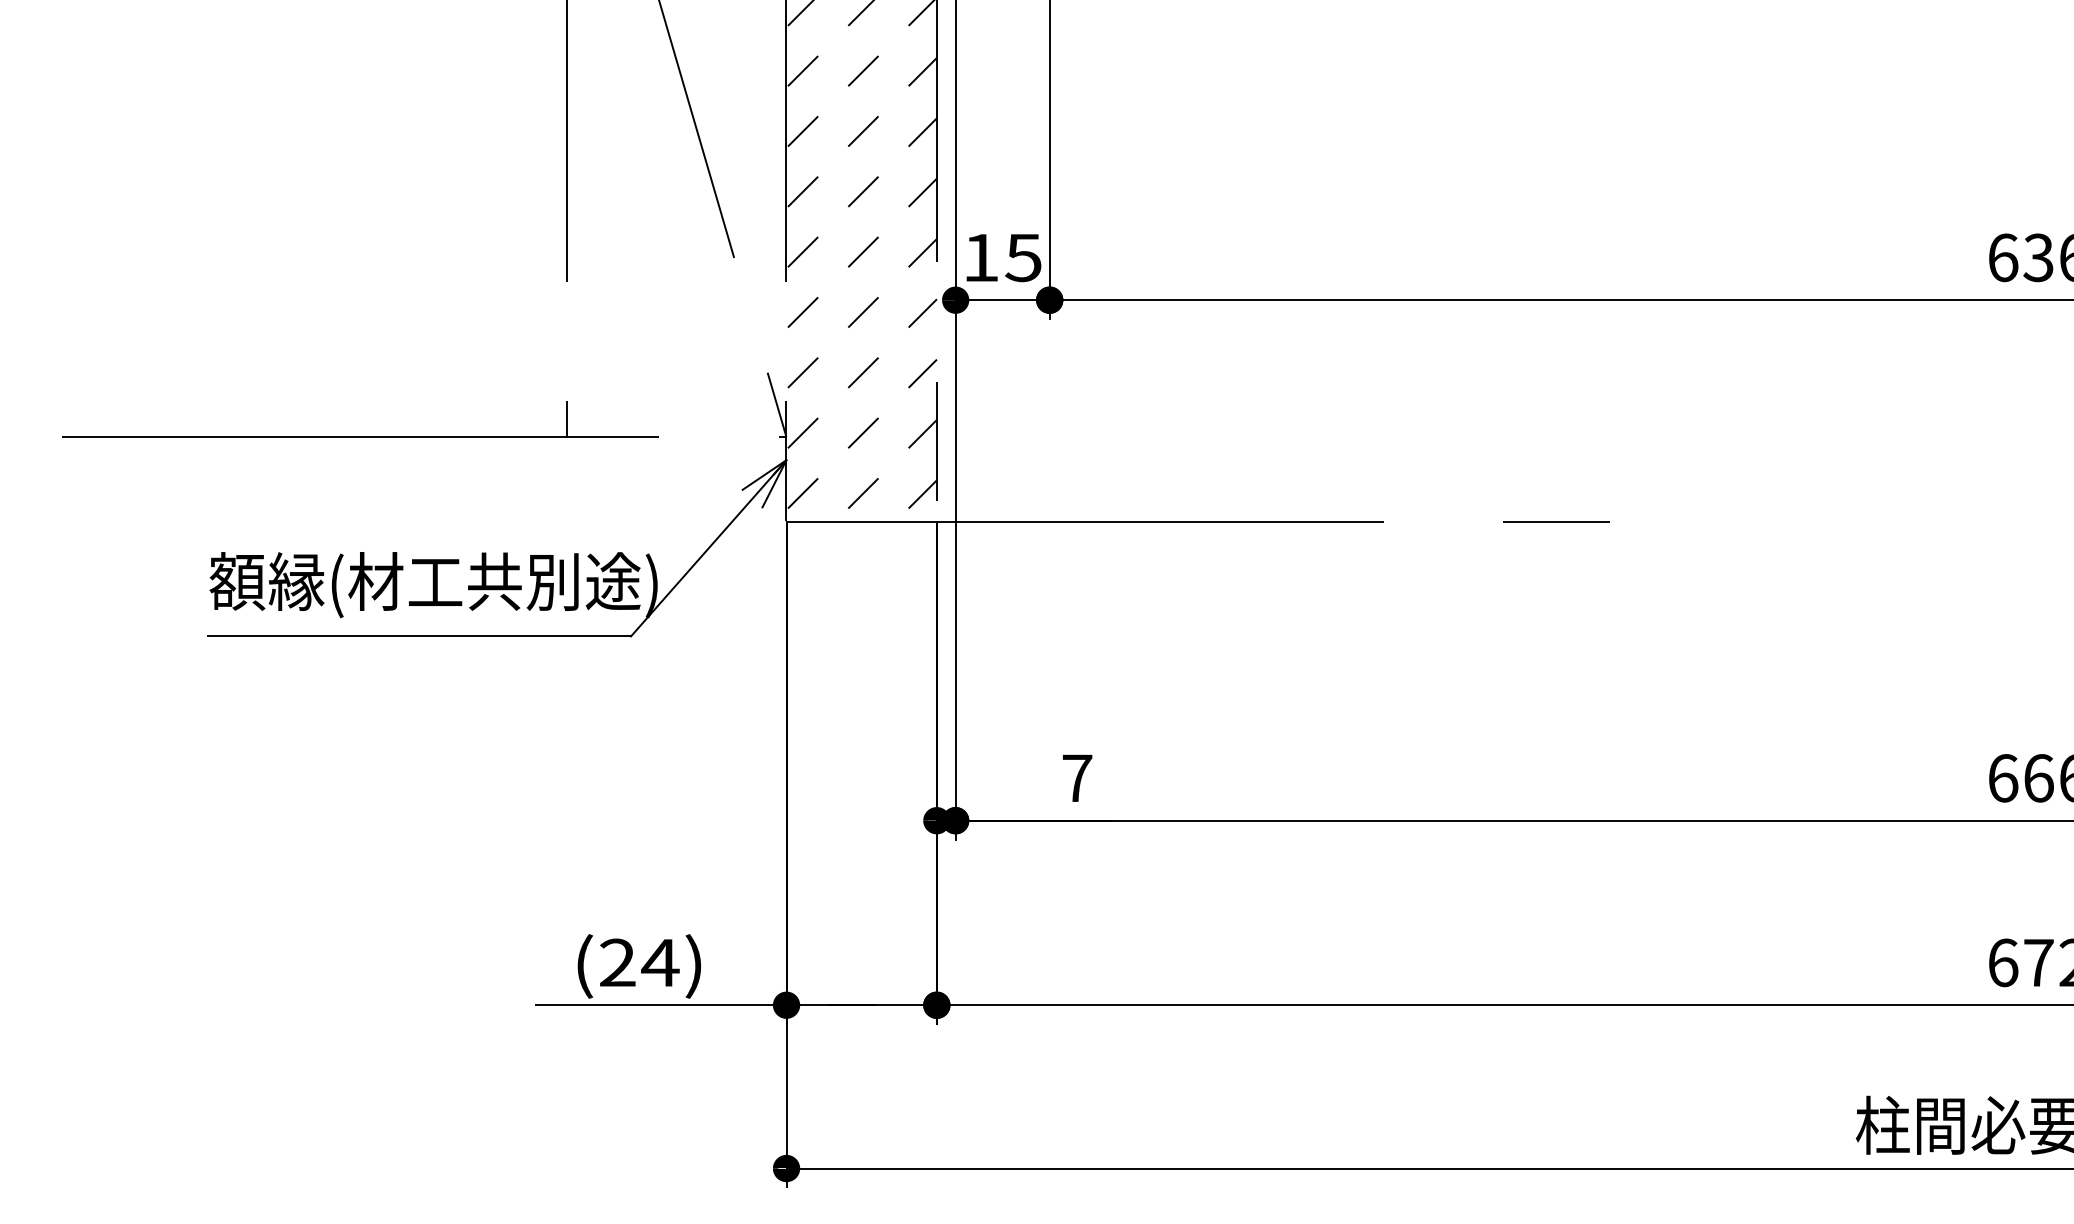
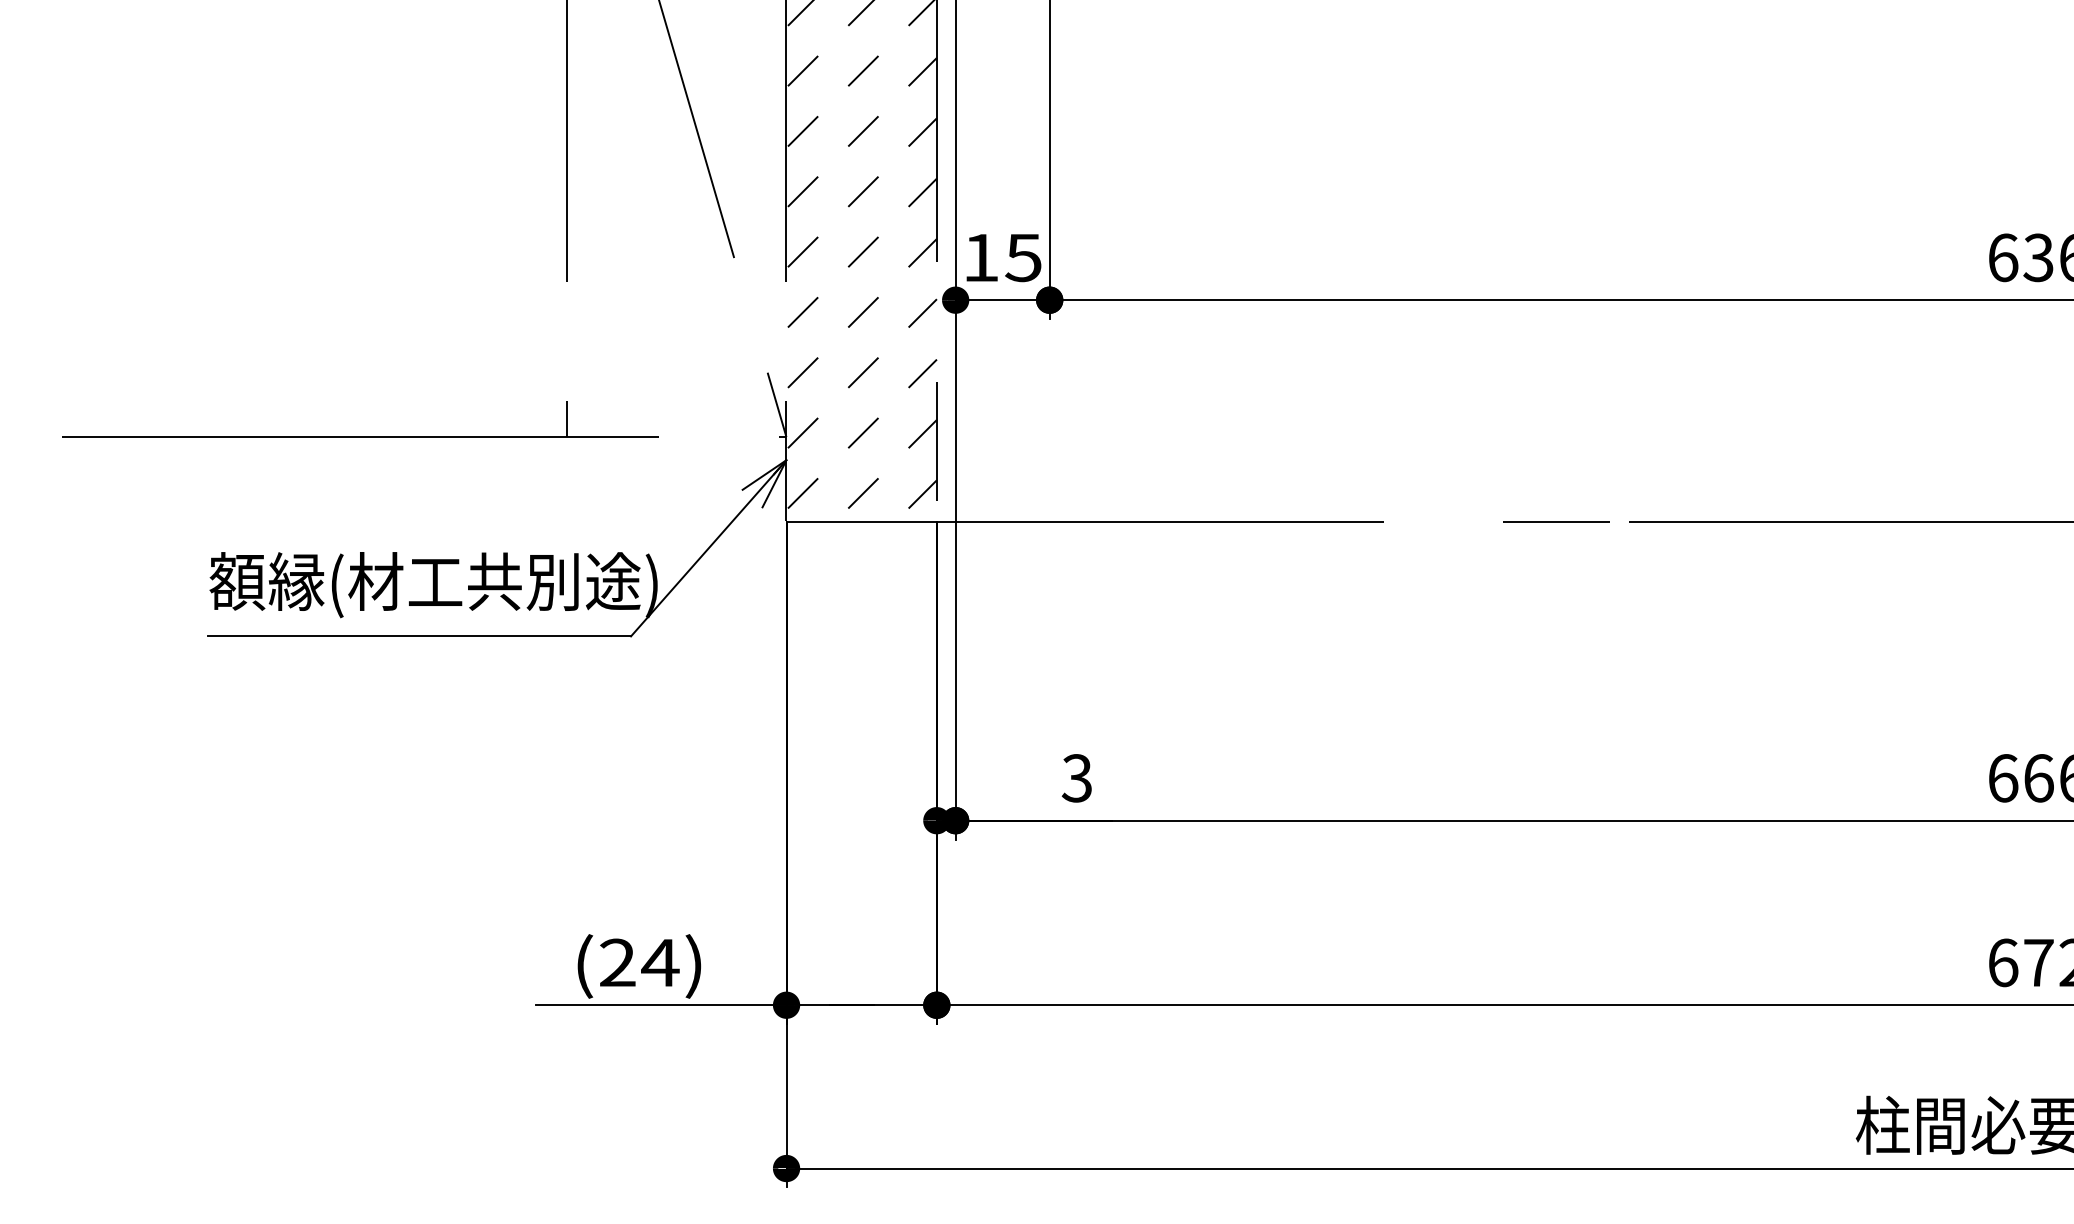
line at (1849, 521): none -> present
text at (1076, 778): 7 -> 3
